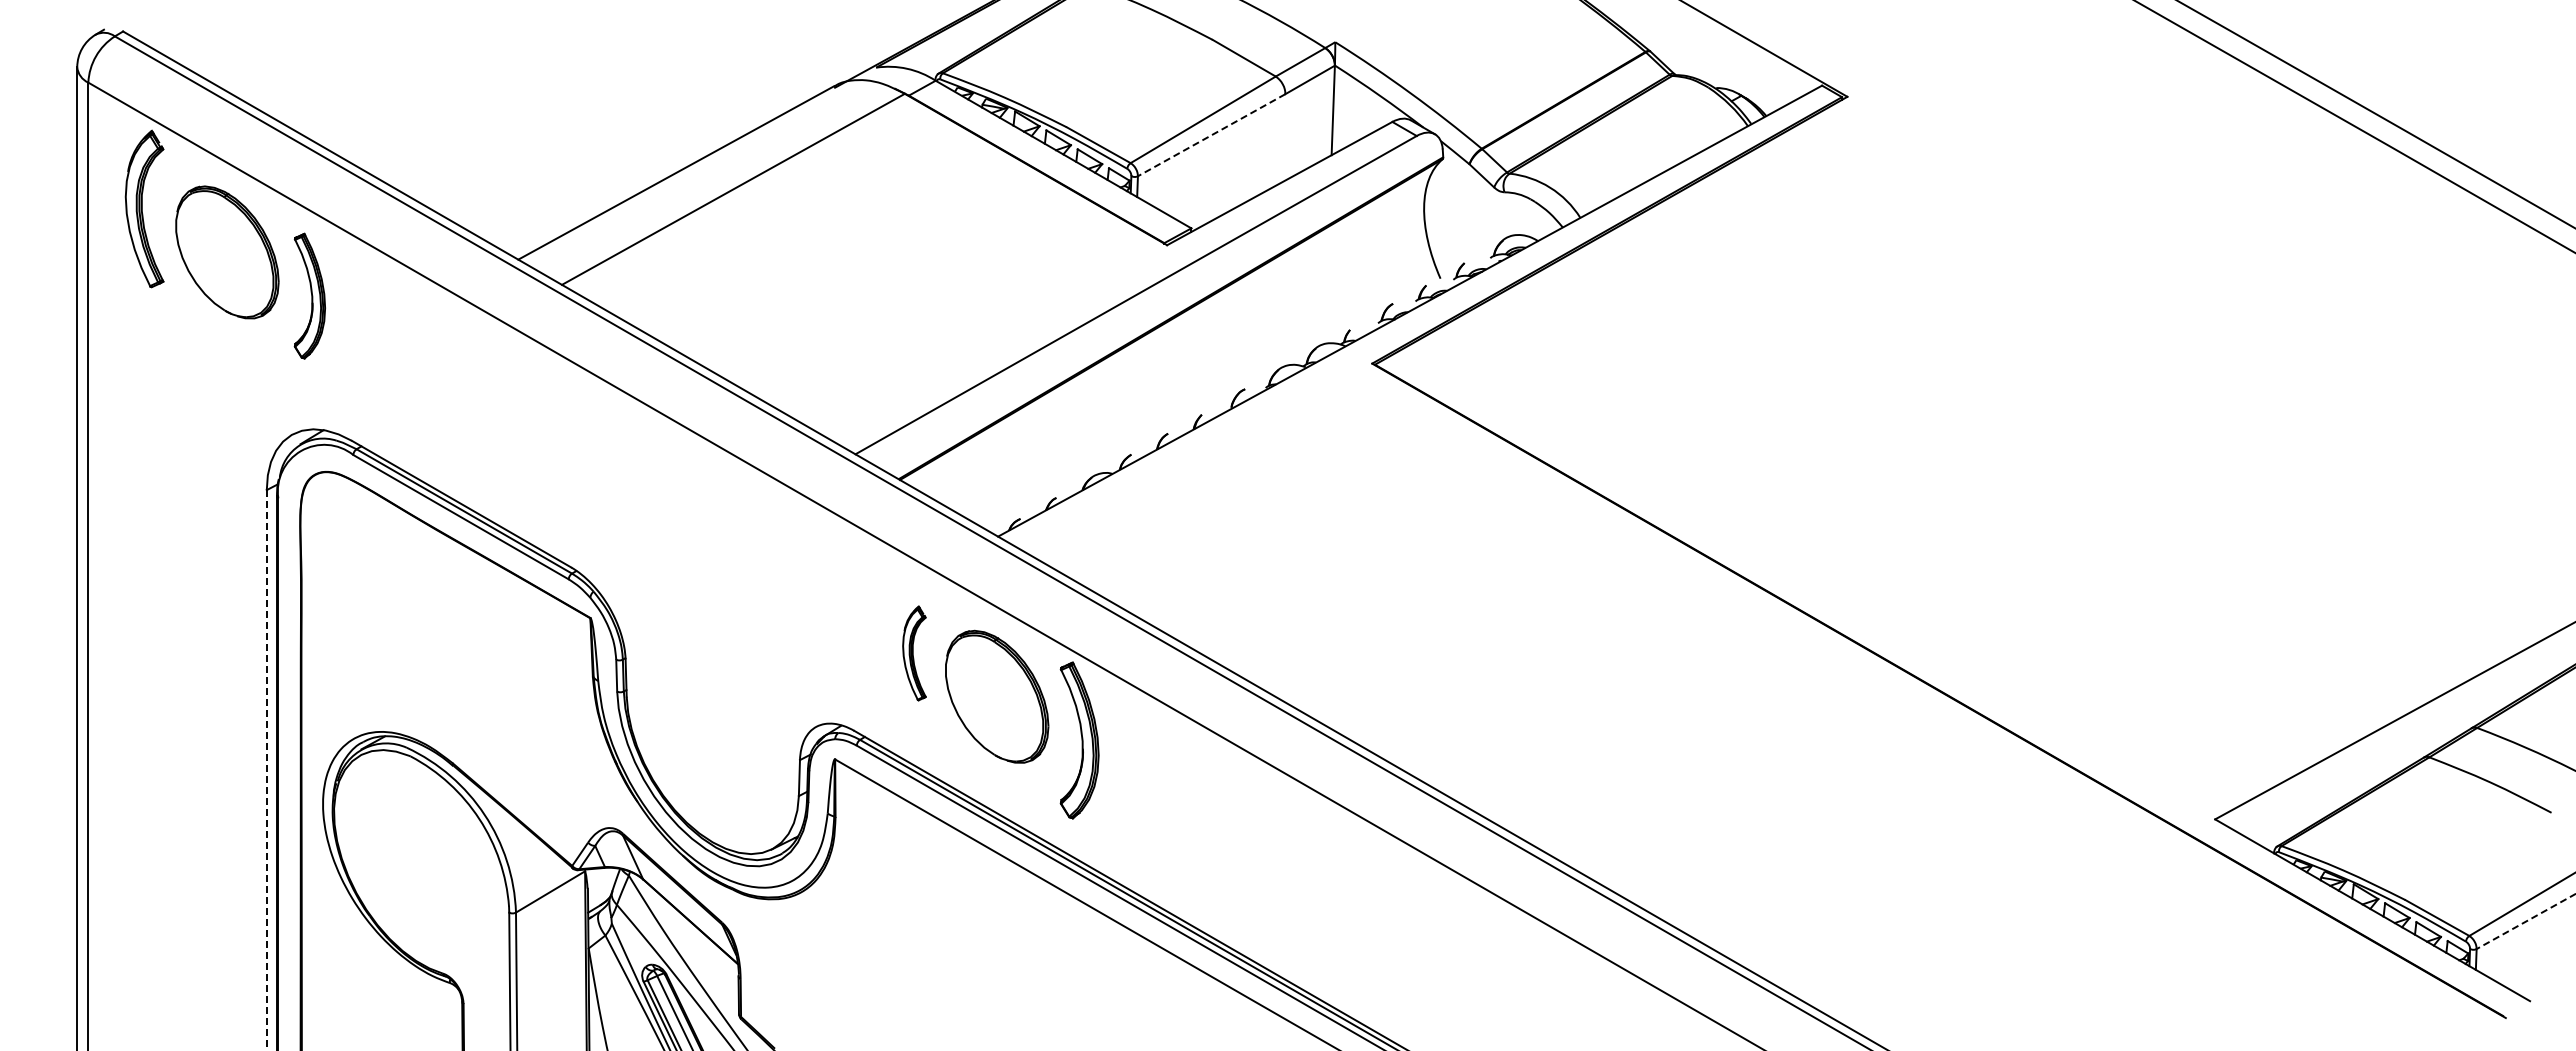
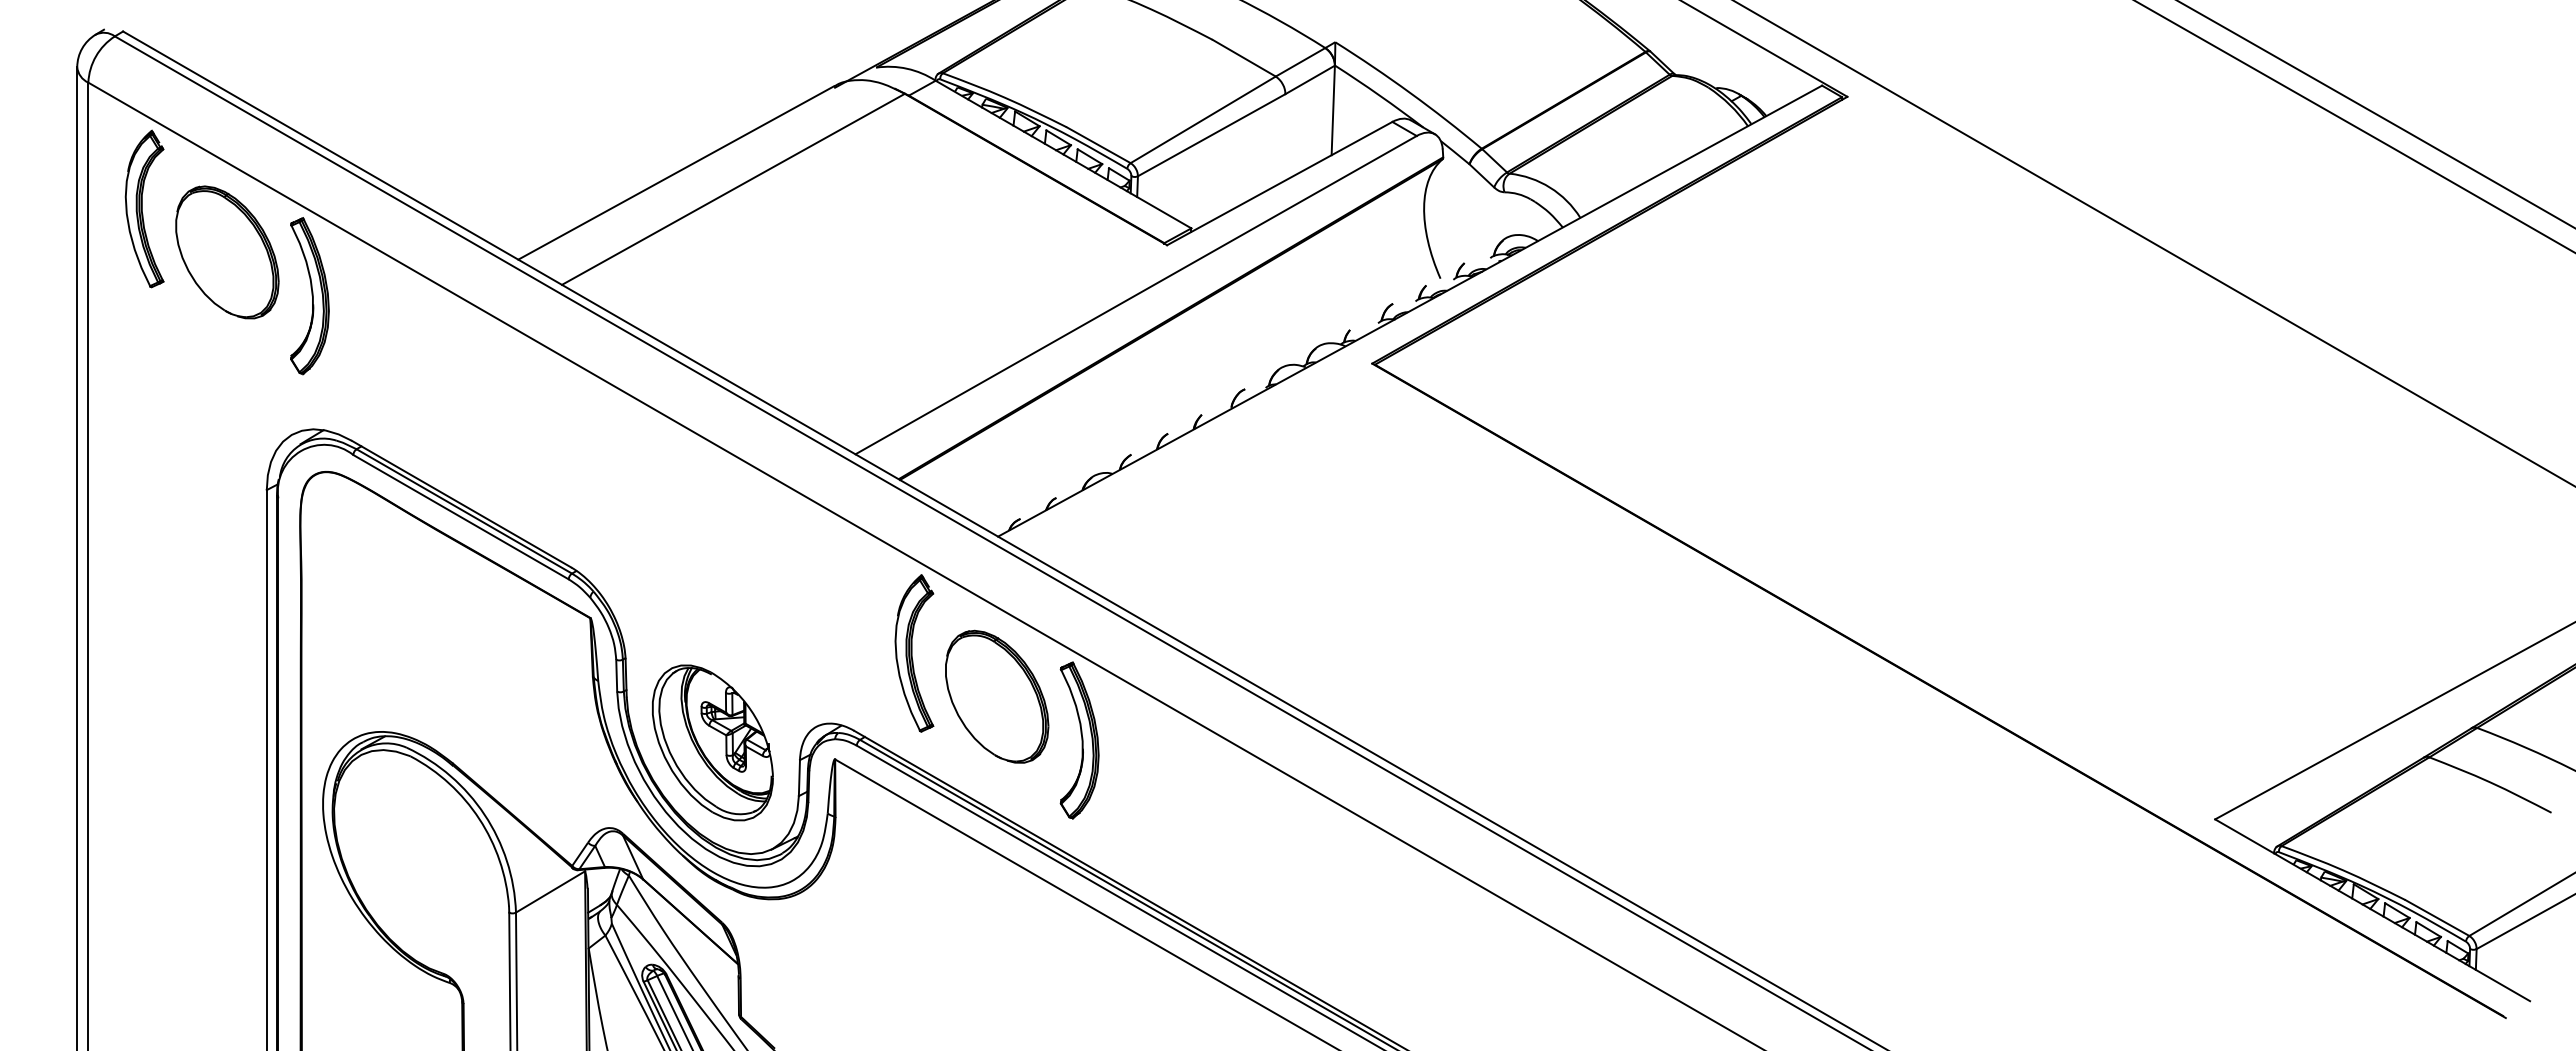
line at (1211, 135): dashed -> solid
line at (2154, 243): none -> present
part at (309, 295) size: 33x128 px -> 40x159 px
part at (914, 653) size: 25x97 px -> 41x159 px
part at (712, 742): none -> present
line at (266, 770): dashed -> solid
line at (2525, 921): dashed -> solid
